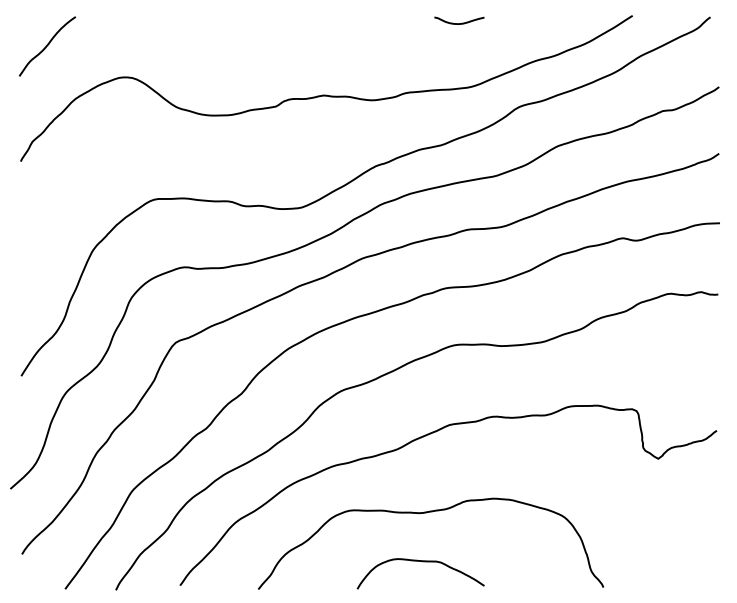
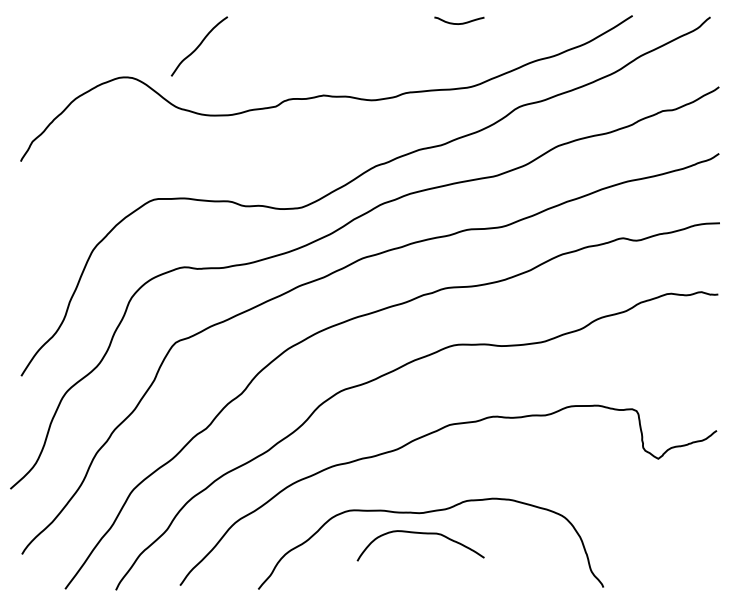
curve at (46, 46) position: (46, 46) -> (198, 46)
curve at (422, 562) position: (422, 562) -> (422, 534)
